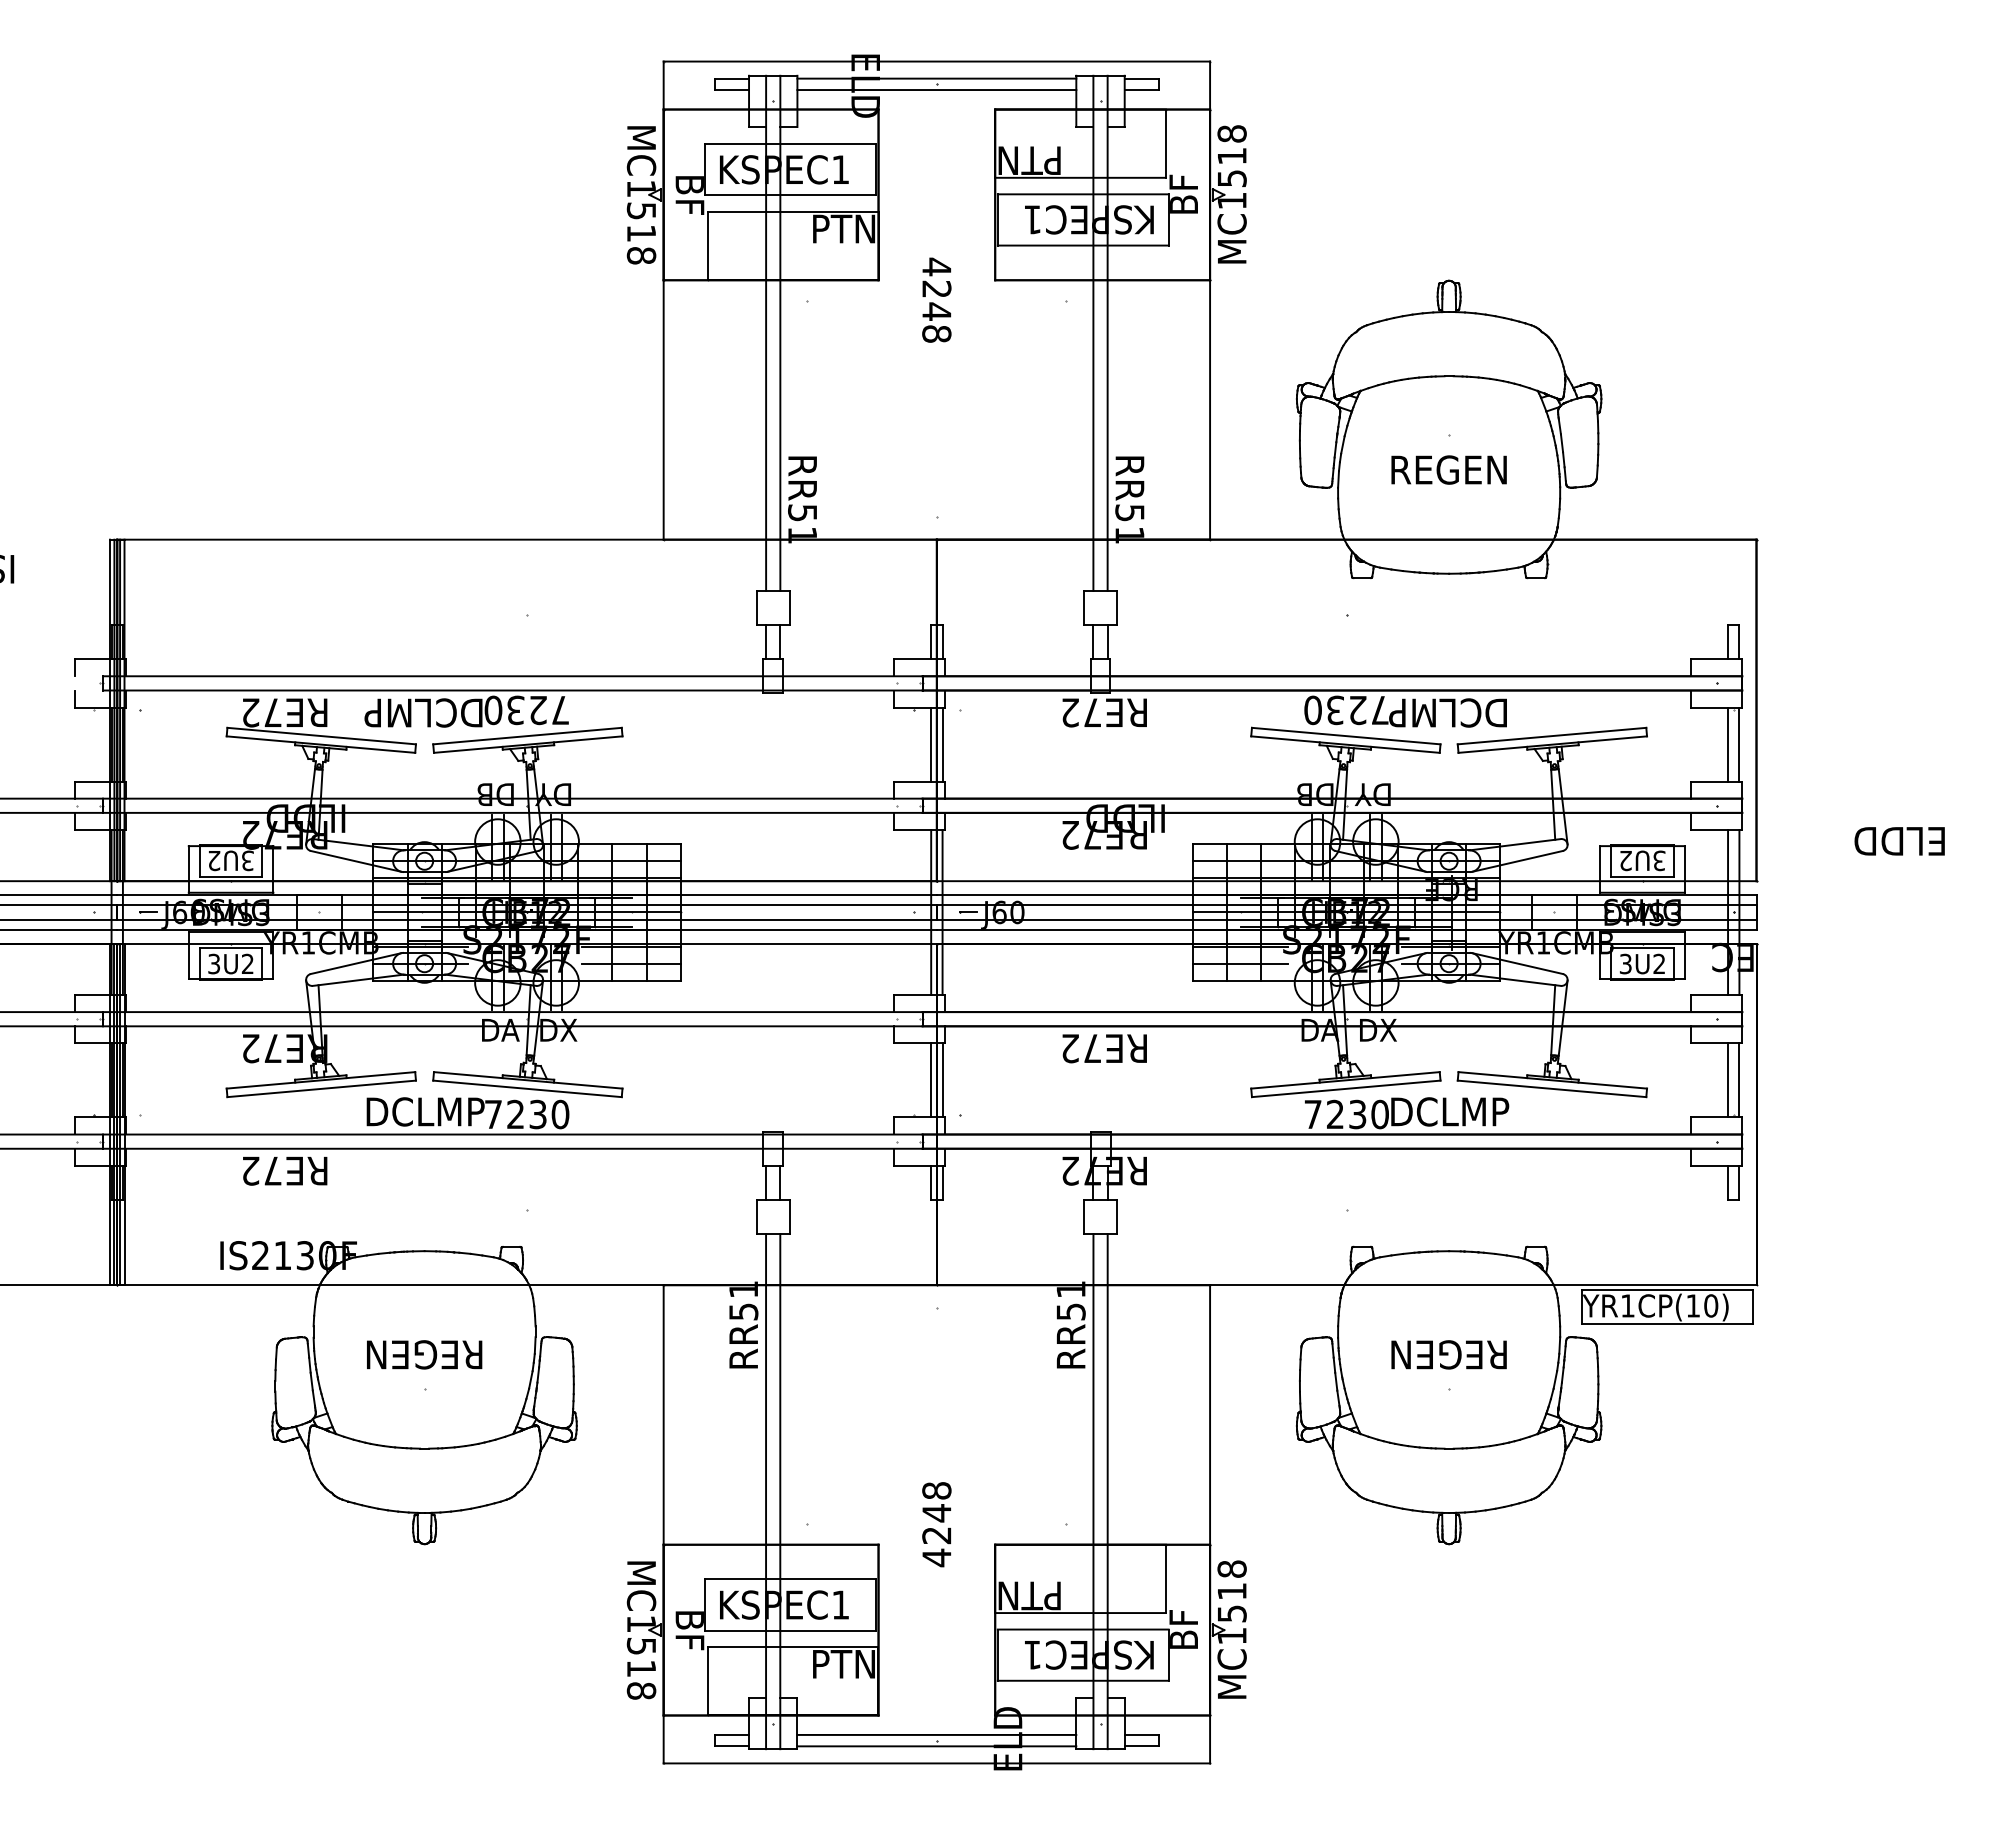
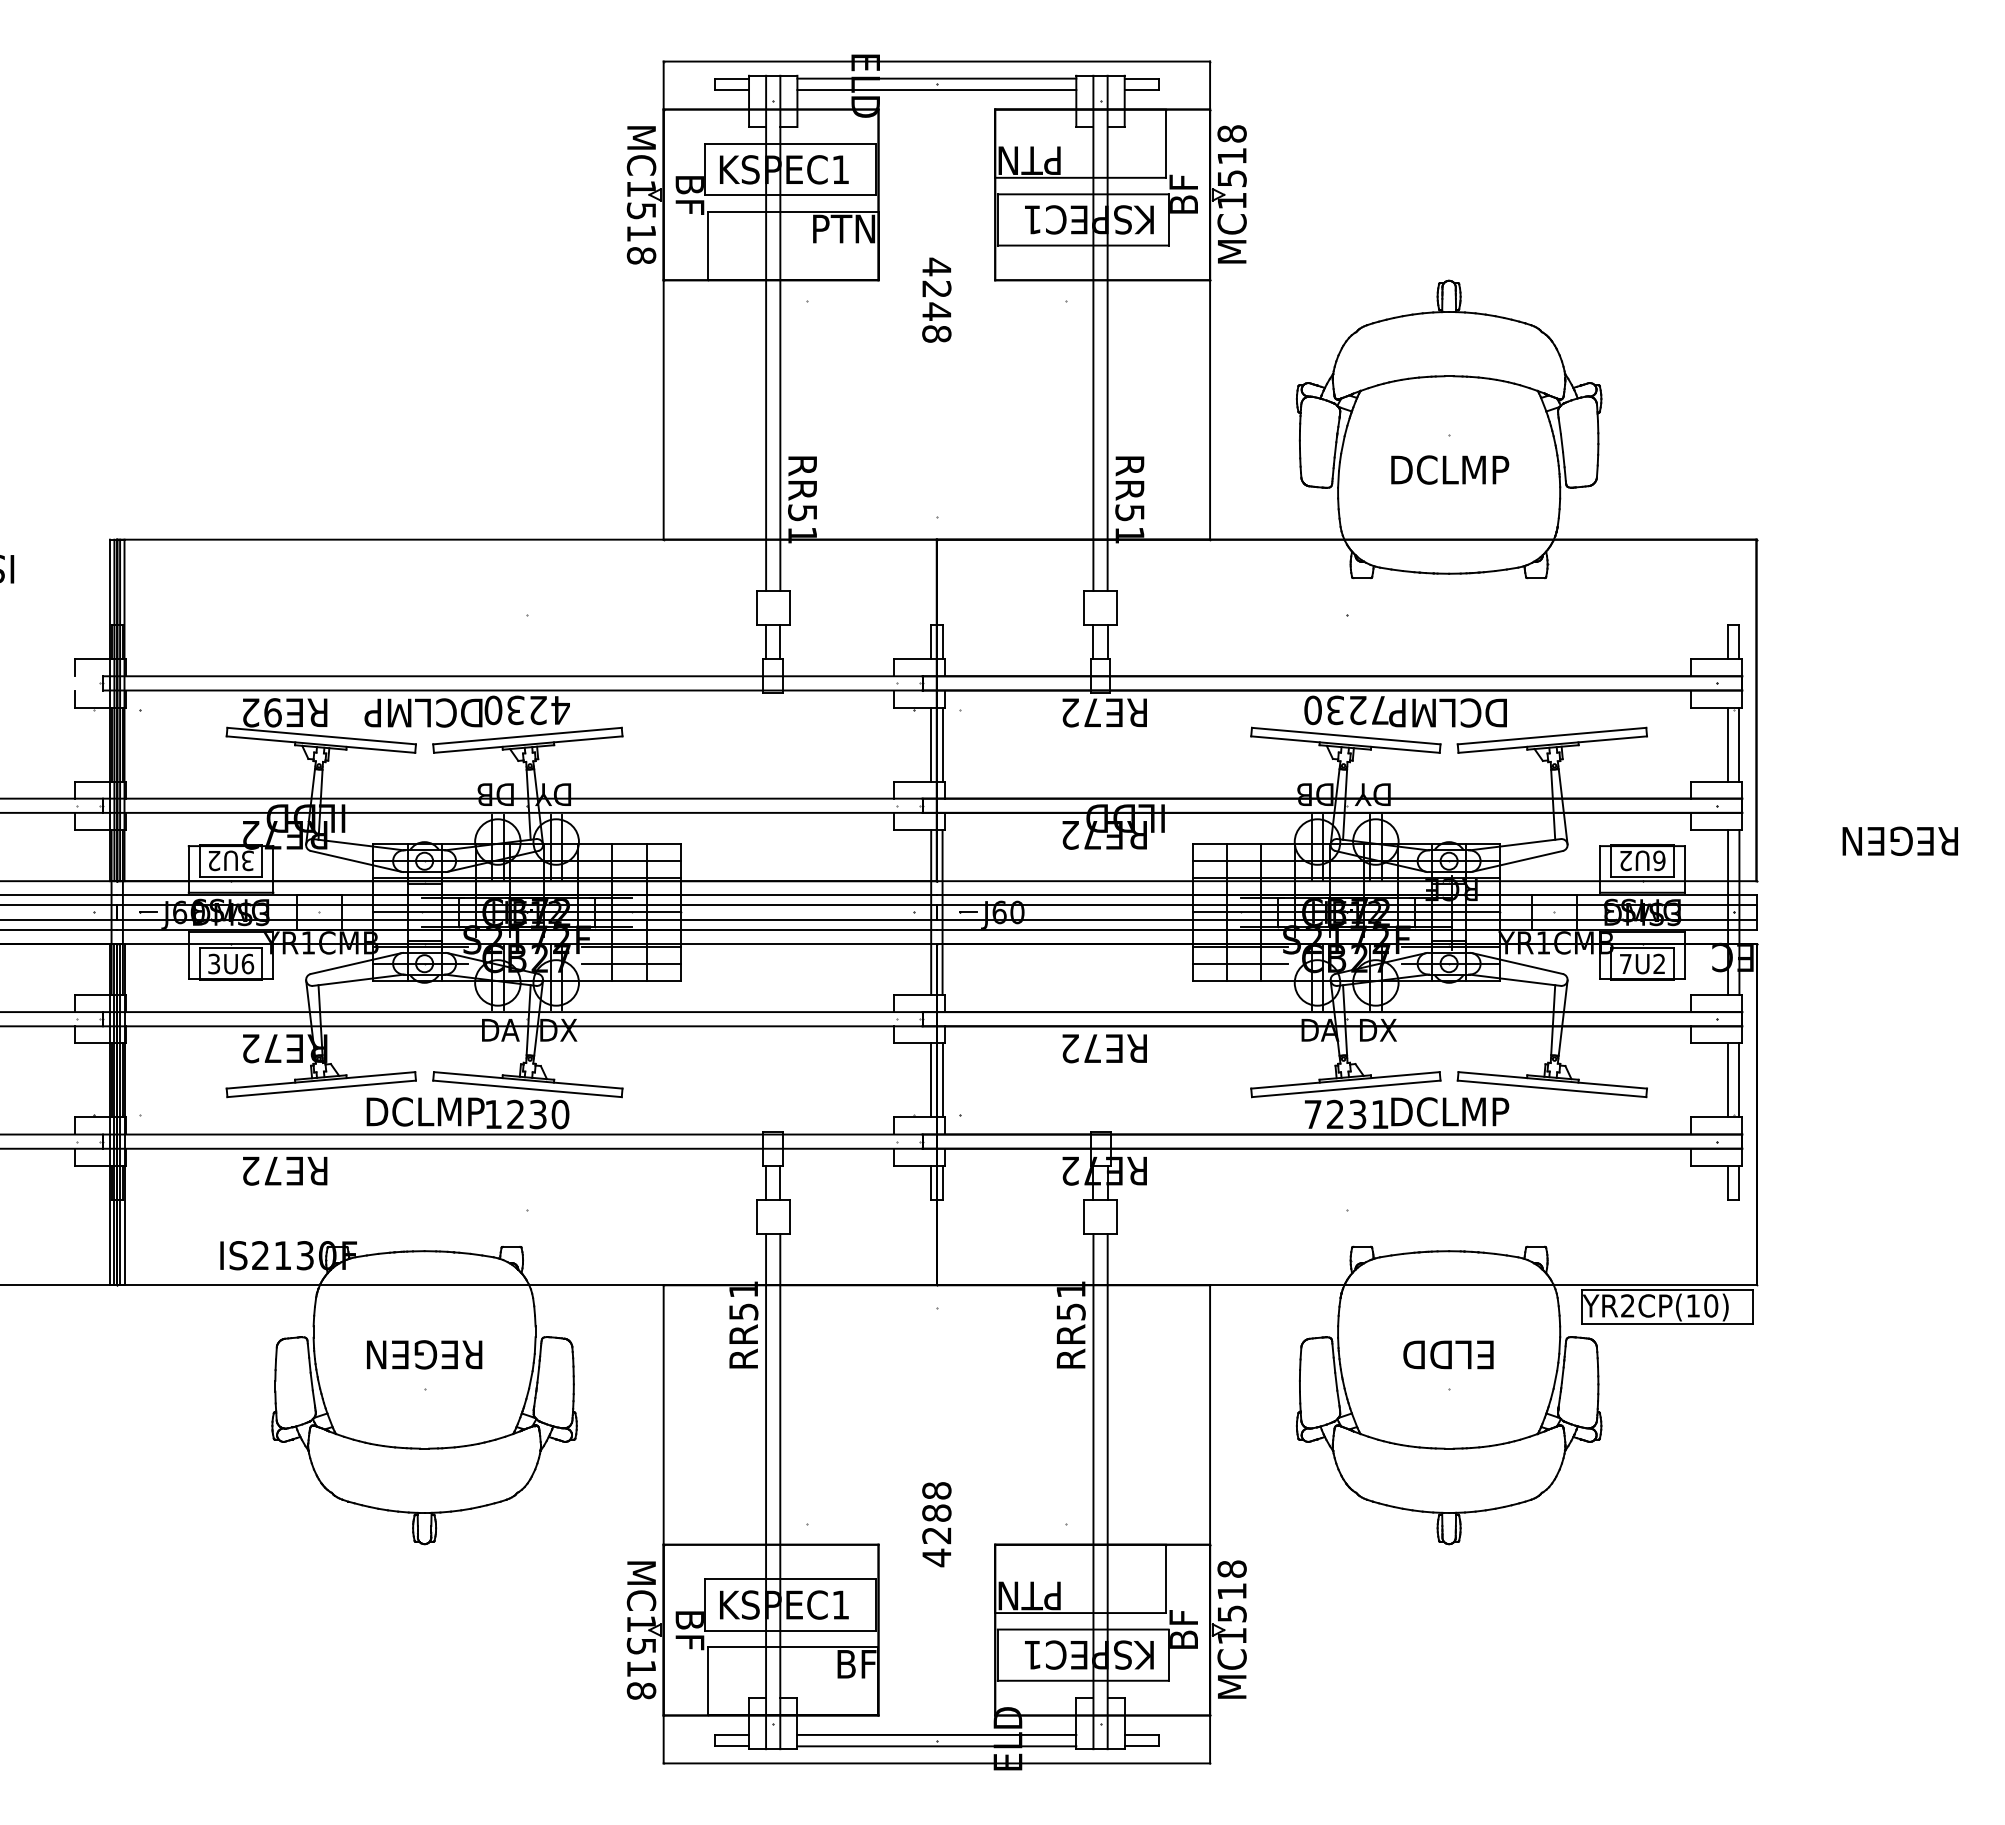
text at (1450, 469): REGEN -> DCLMP
text at (560, 710): 7230 -> 4230
text at (272, 712): RE72 -> RE92
text at (1899, 840): ELDD -> REGEN
text at (1659, 860): 3U2 -> 6U2
text at (247, 963): 3U2 -> 3U6
text at (1625, 963): 3U2 -> 7U2
text at (493, 1114): 7230 -> 1230
text at (1379, 1114): 7230 -> 7231
text at (1627, 1305): YR1CP(10) -> YR2CP(10)
text at (1448, 1354): REGEN -> ELDD
text at (936, 1513): 4248 -> 4288
text at (844, 1664): PTN -> BF
